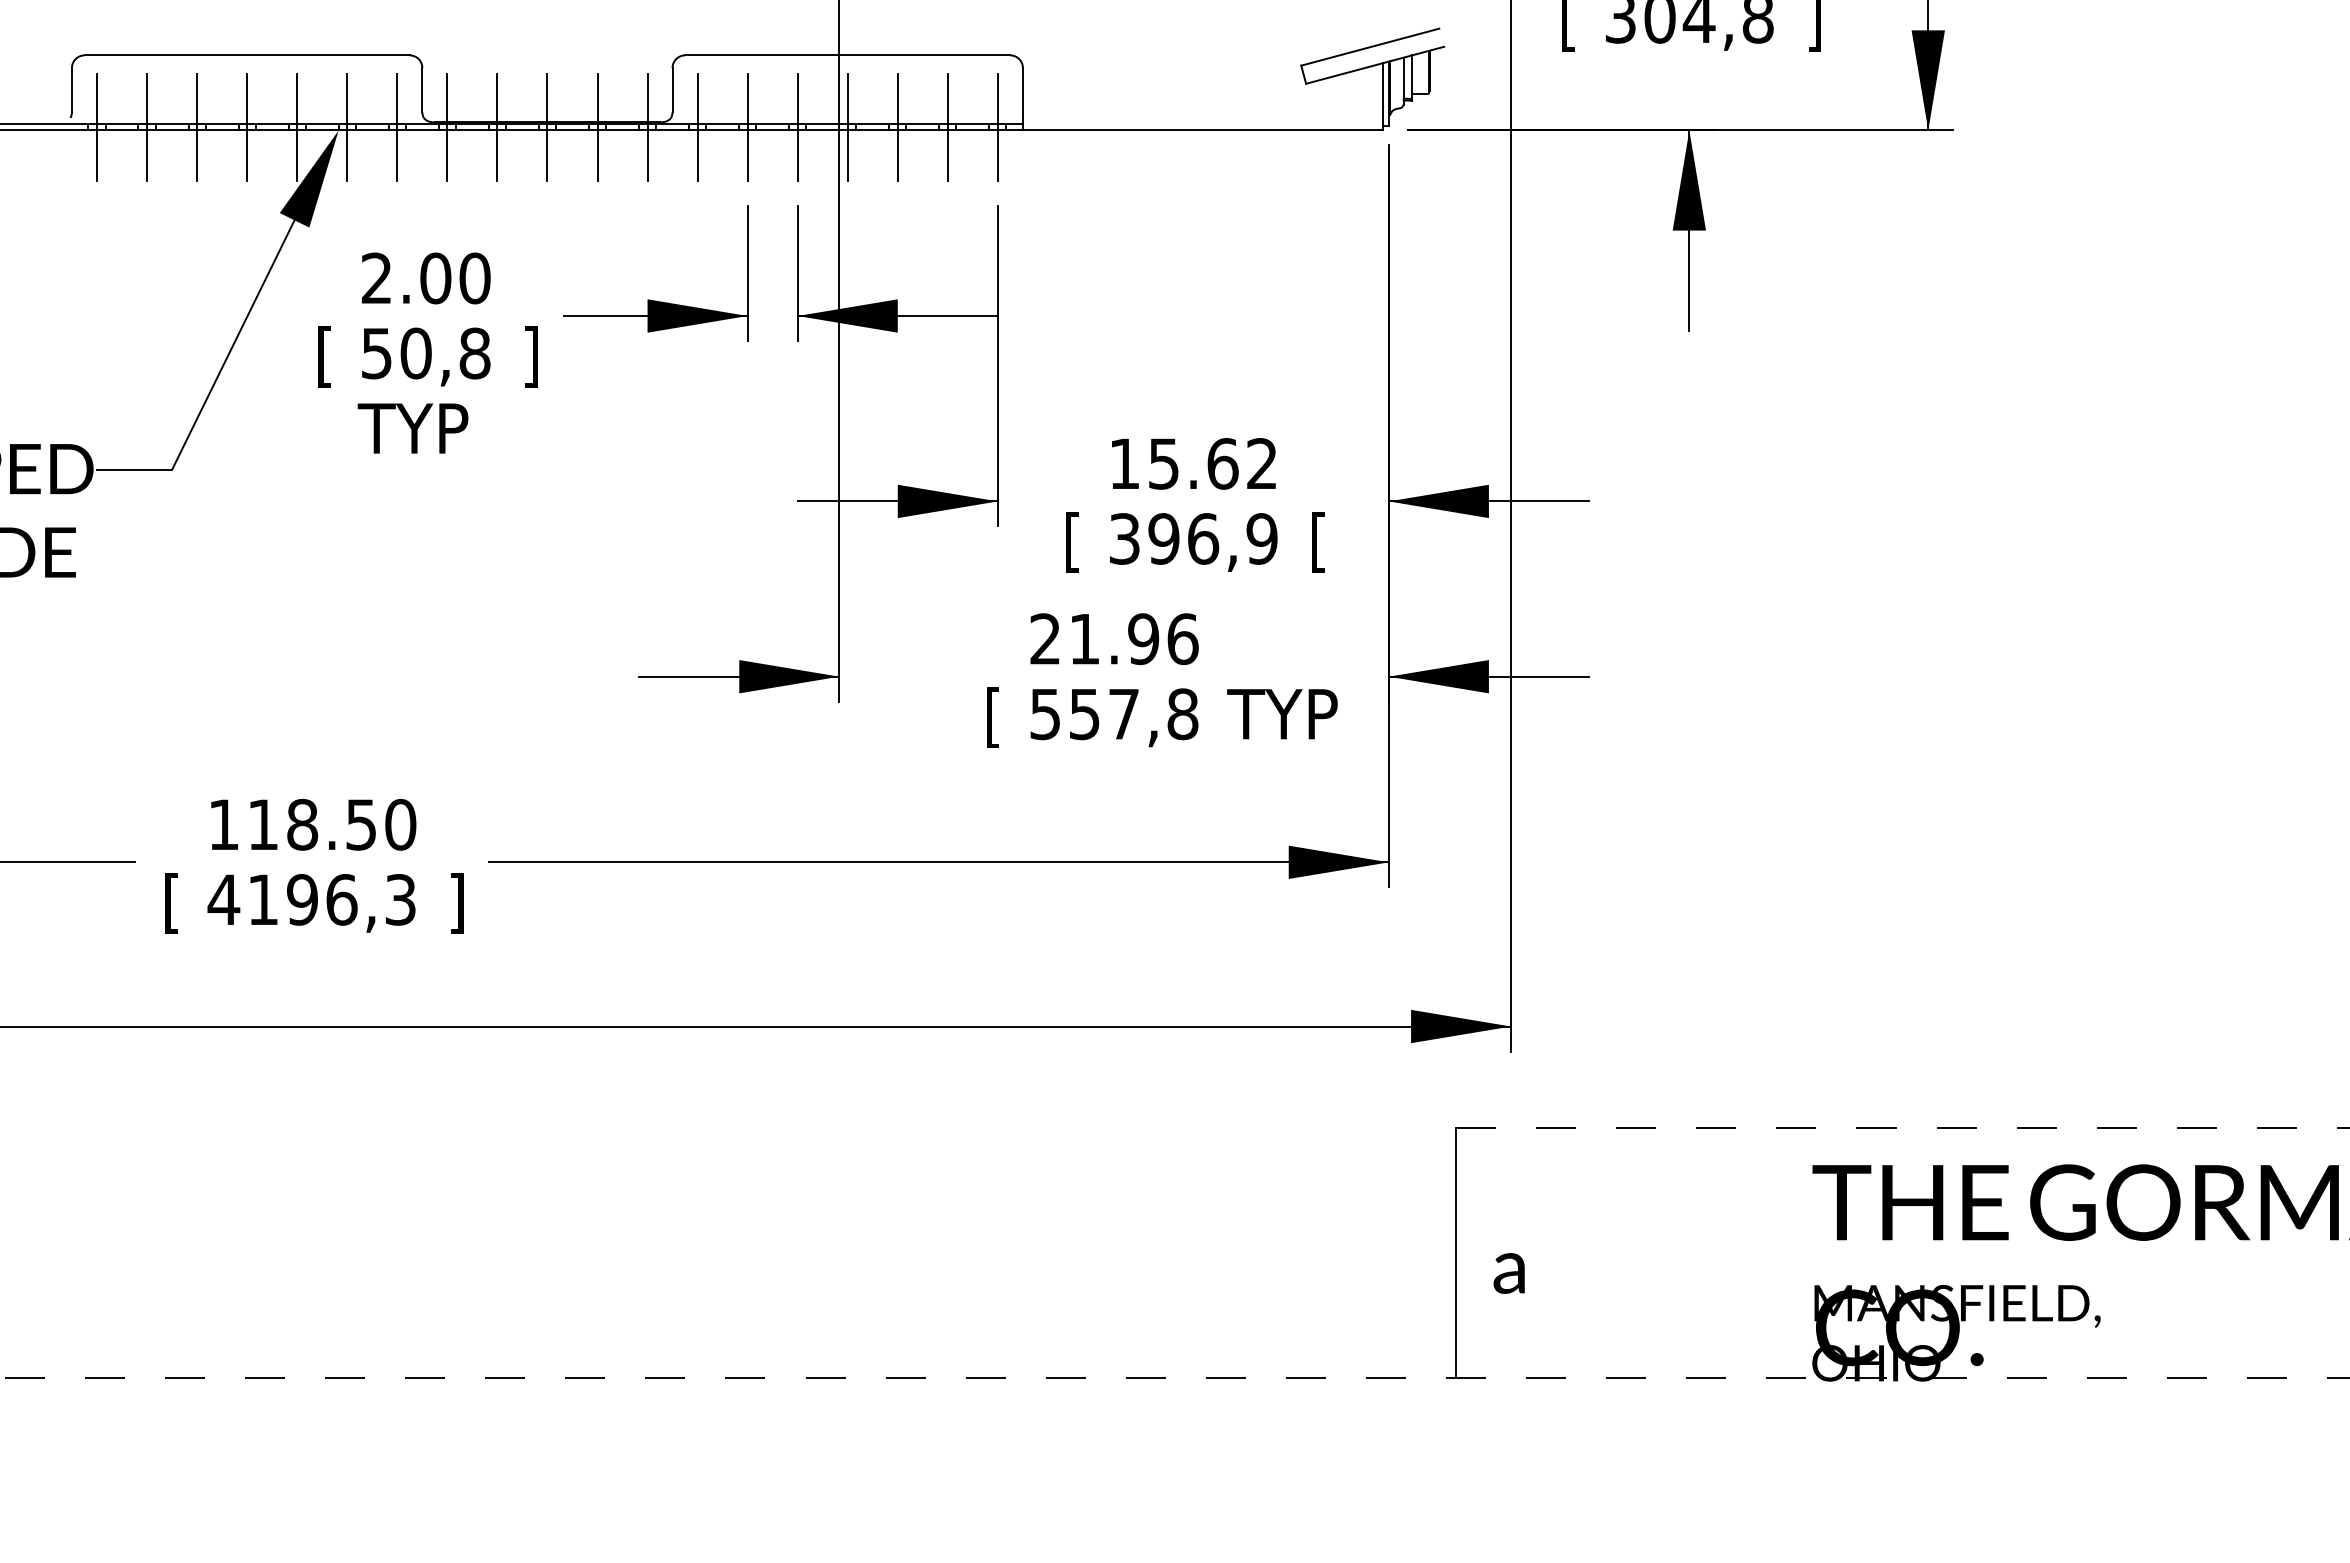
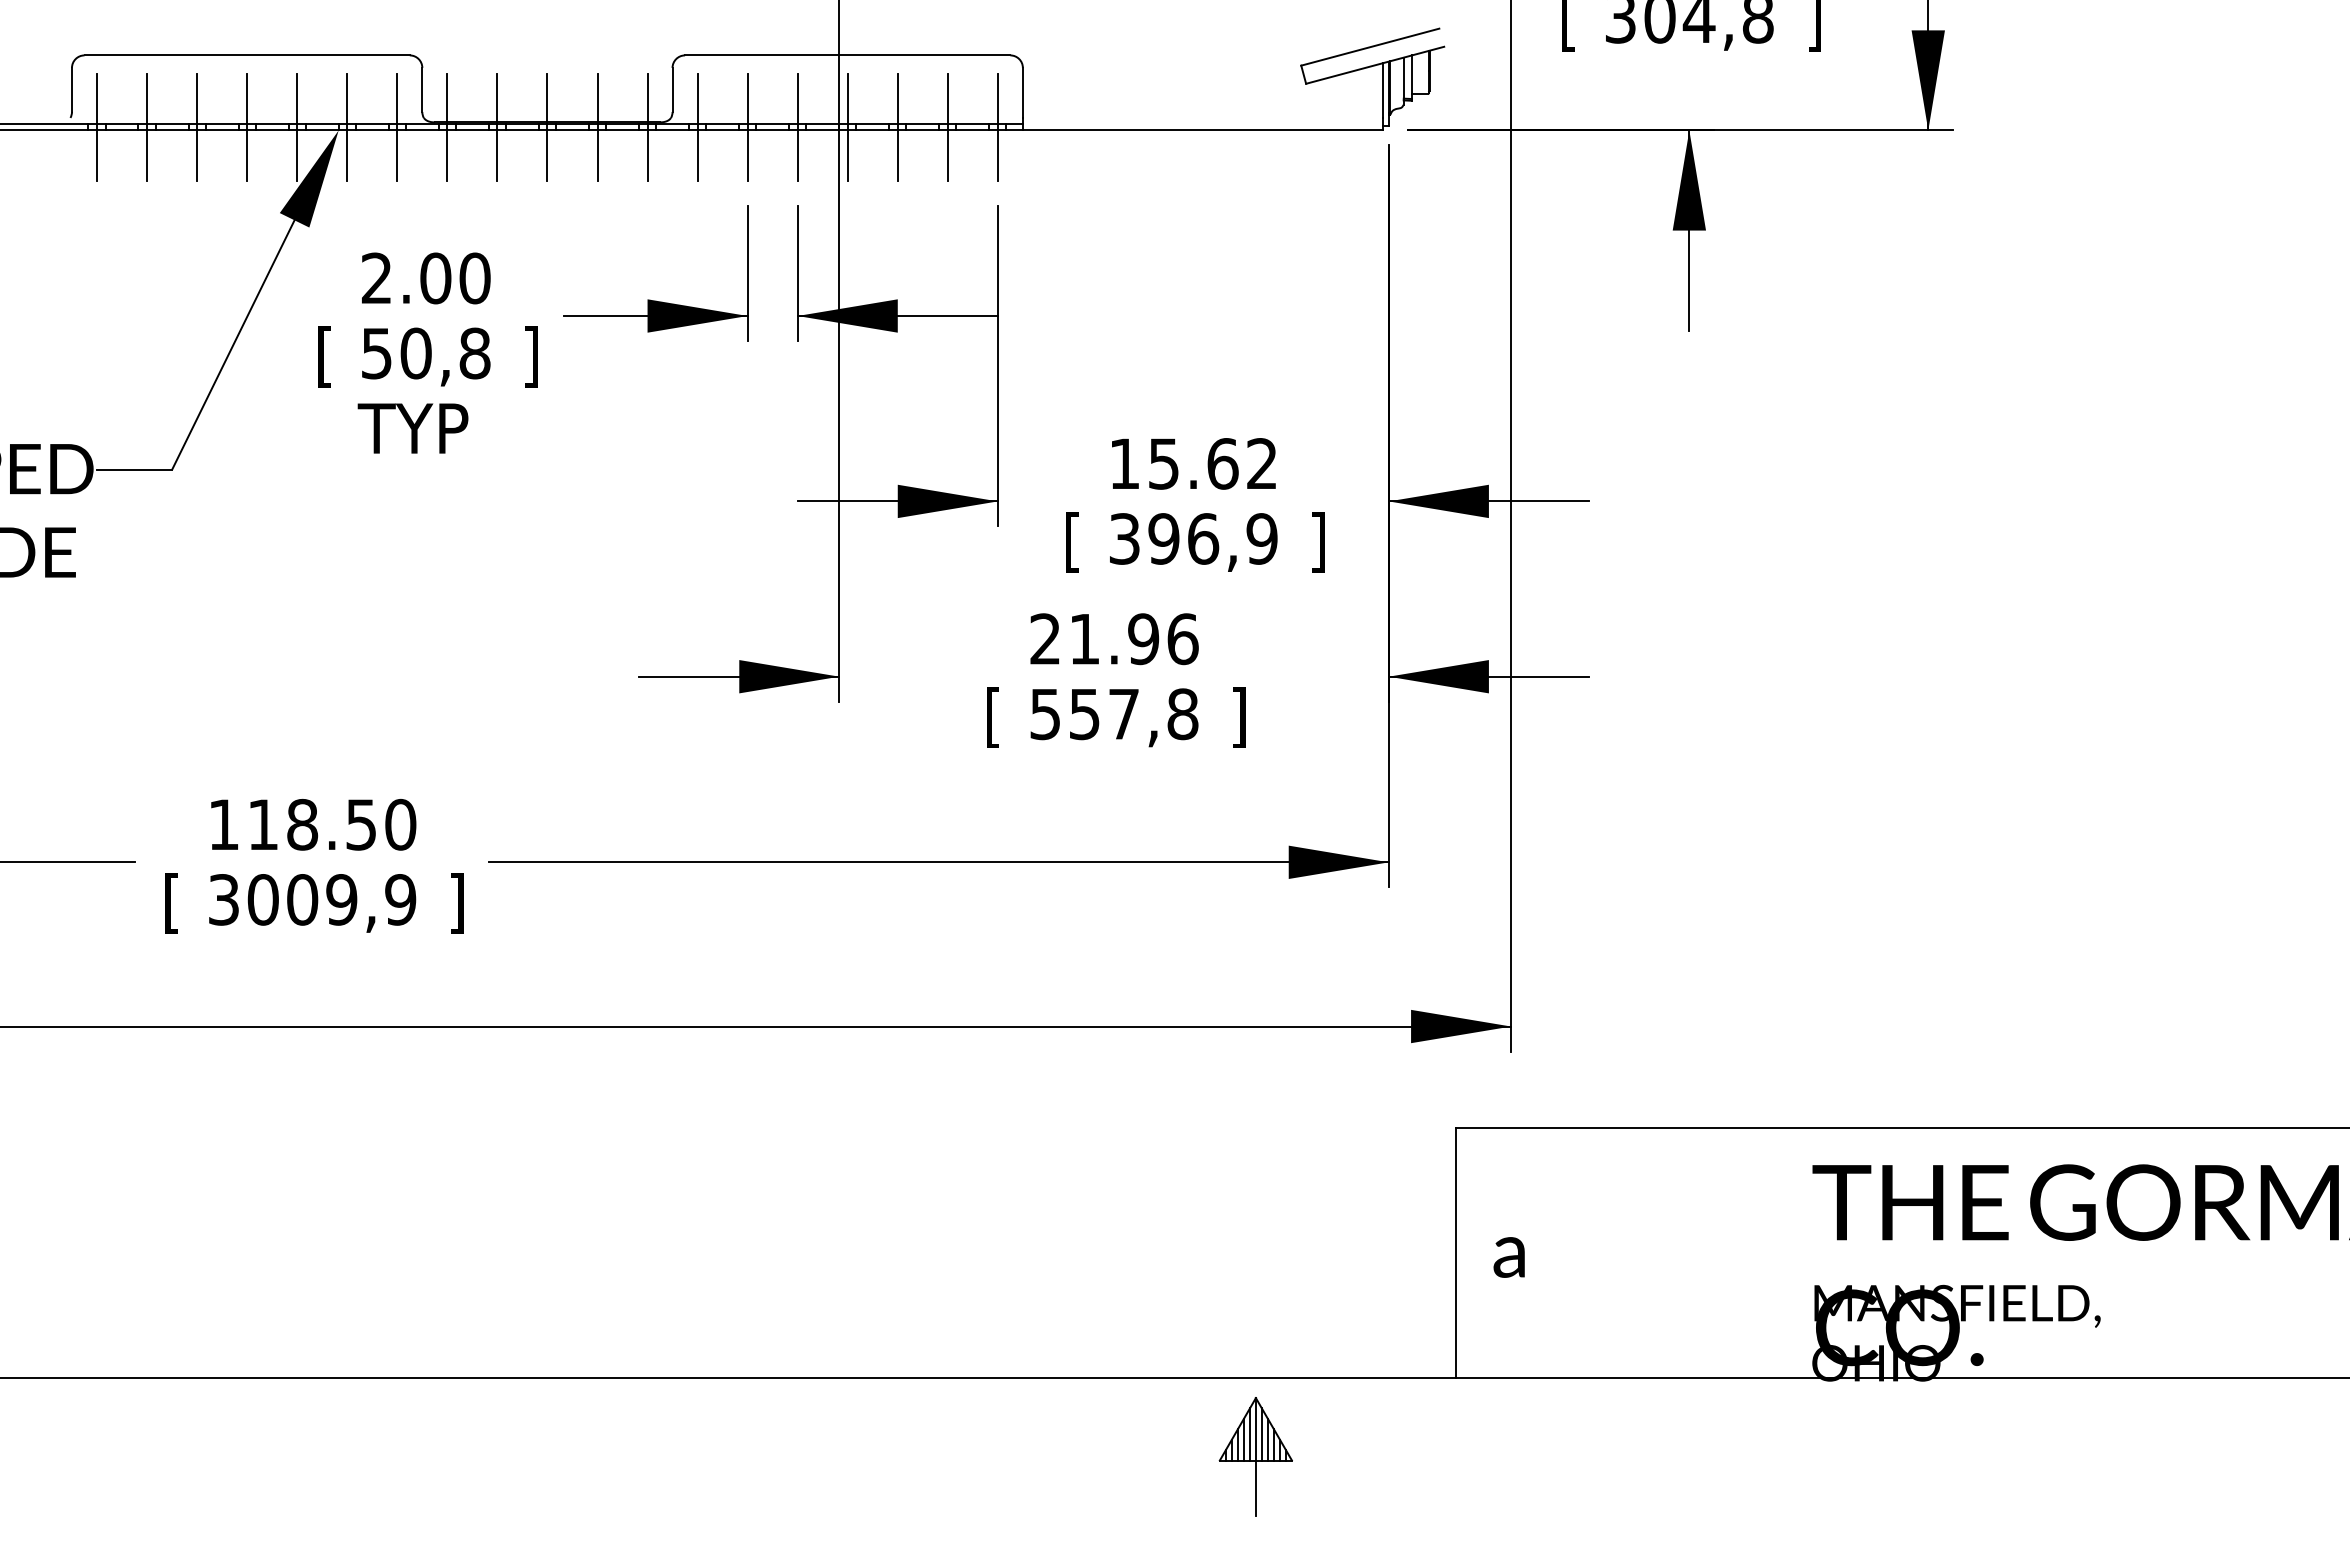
text at (1318, 542): [ -> ]
text at (1282, 717): TYP -> ]
text at (311, 899): 4196,3 -> 3009,9
line at (1903, 1127): dashed -> solid
text at (1508, 1273) position: (1508, 1273) -> (1508, 1257)
line at (1175, 1378): dashed -> solid
part at (1255, 1456): none -> present
